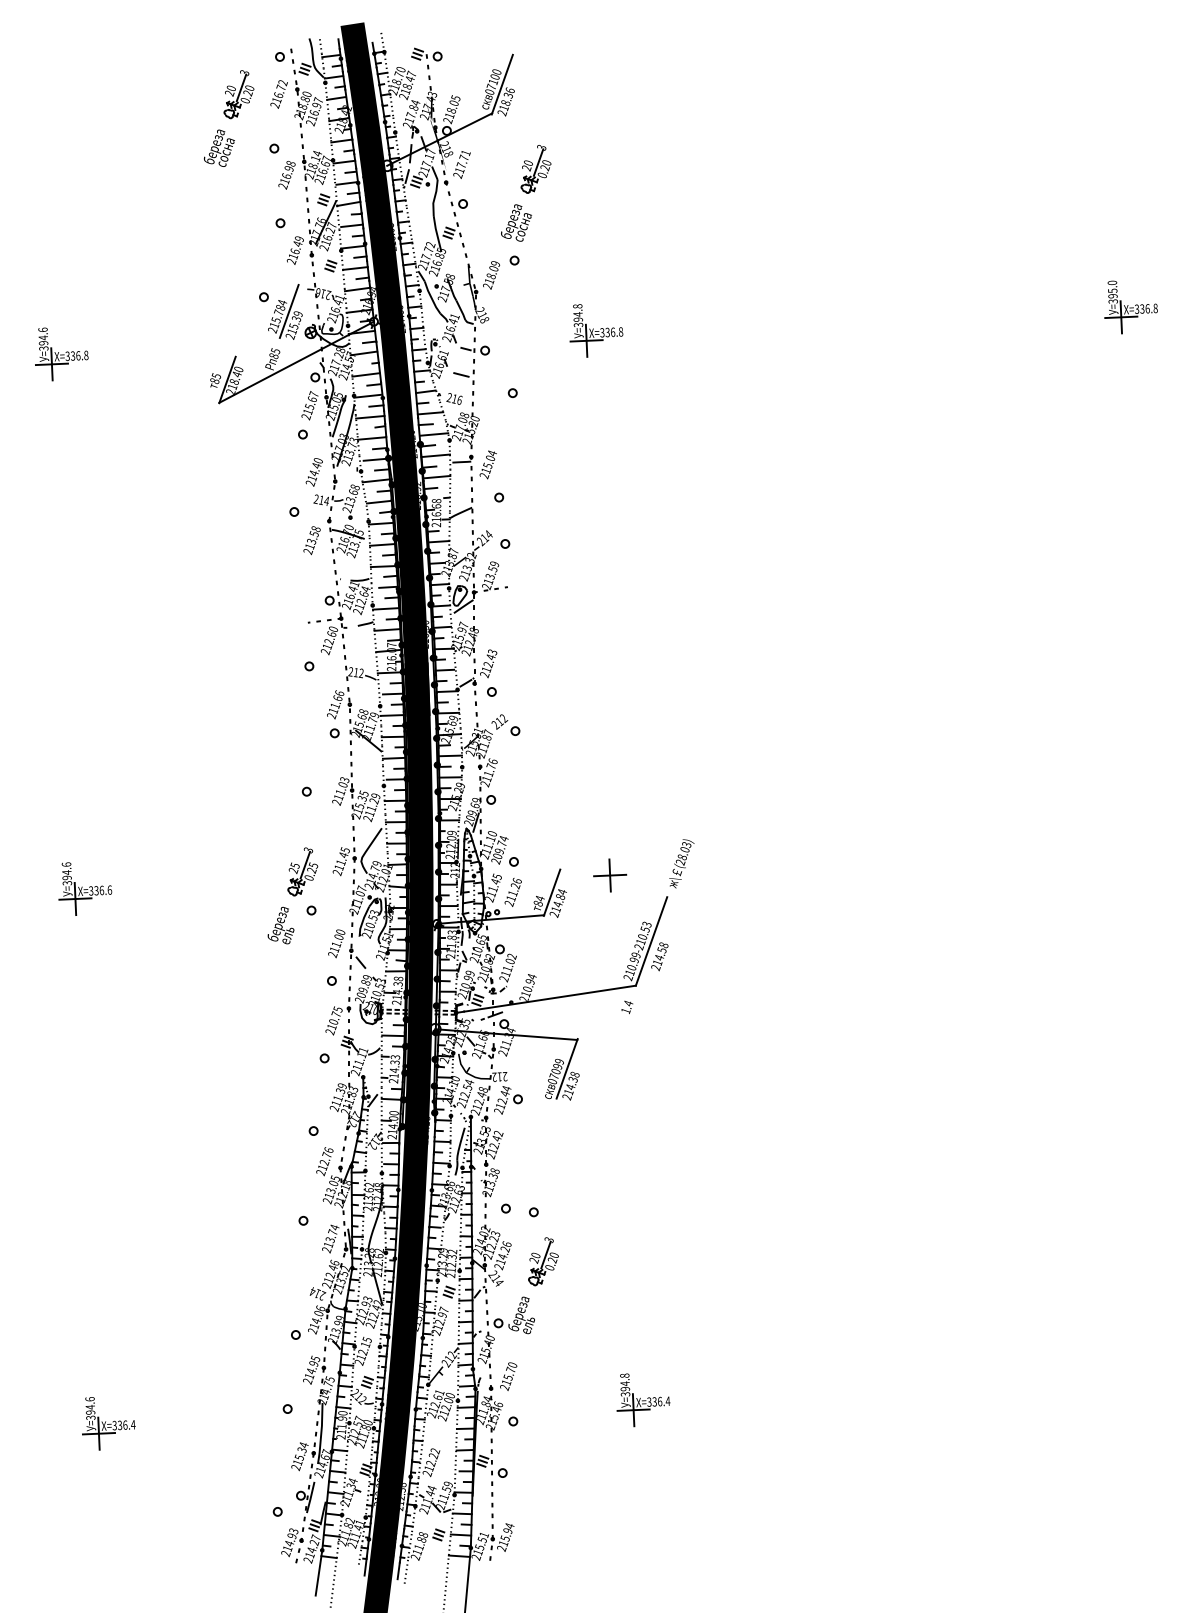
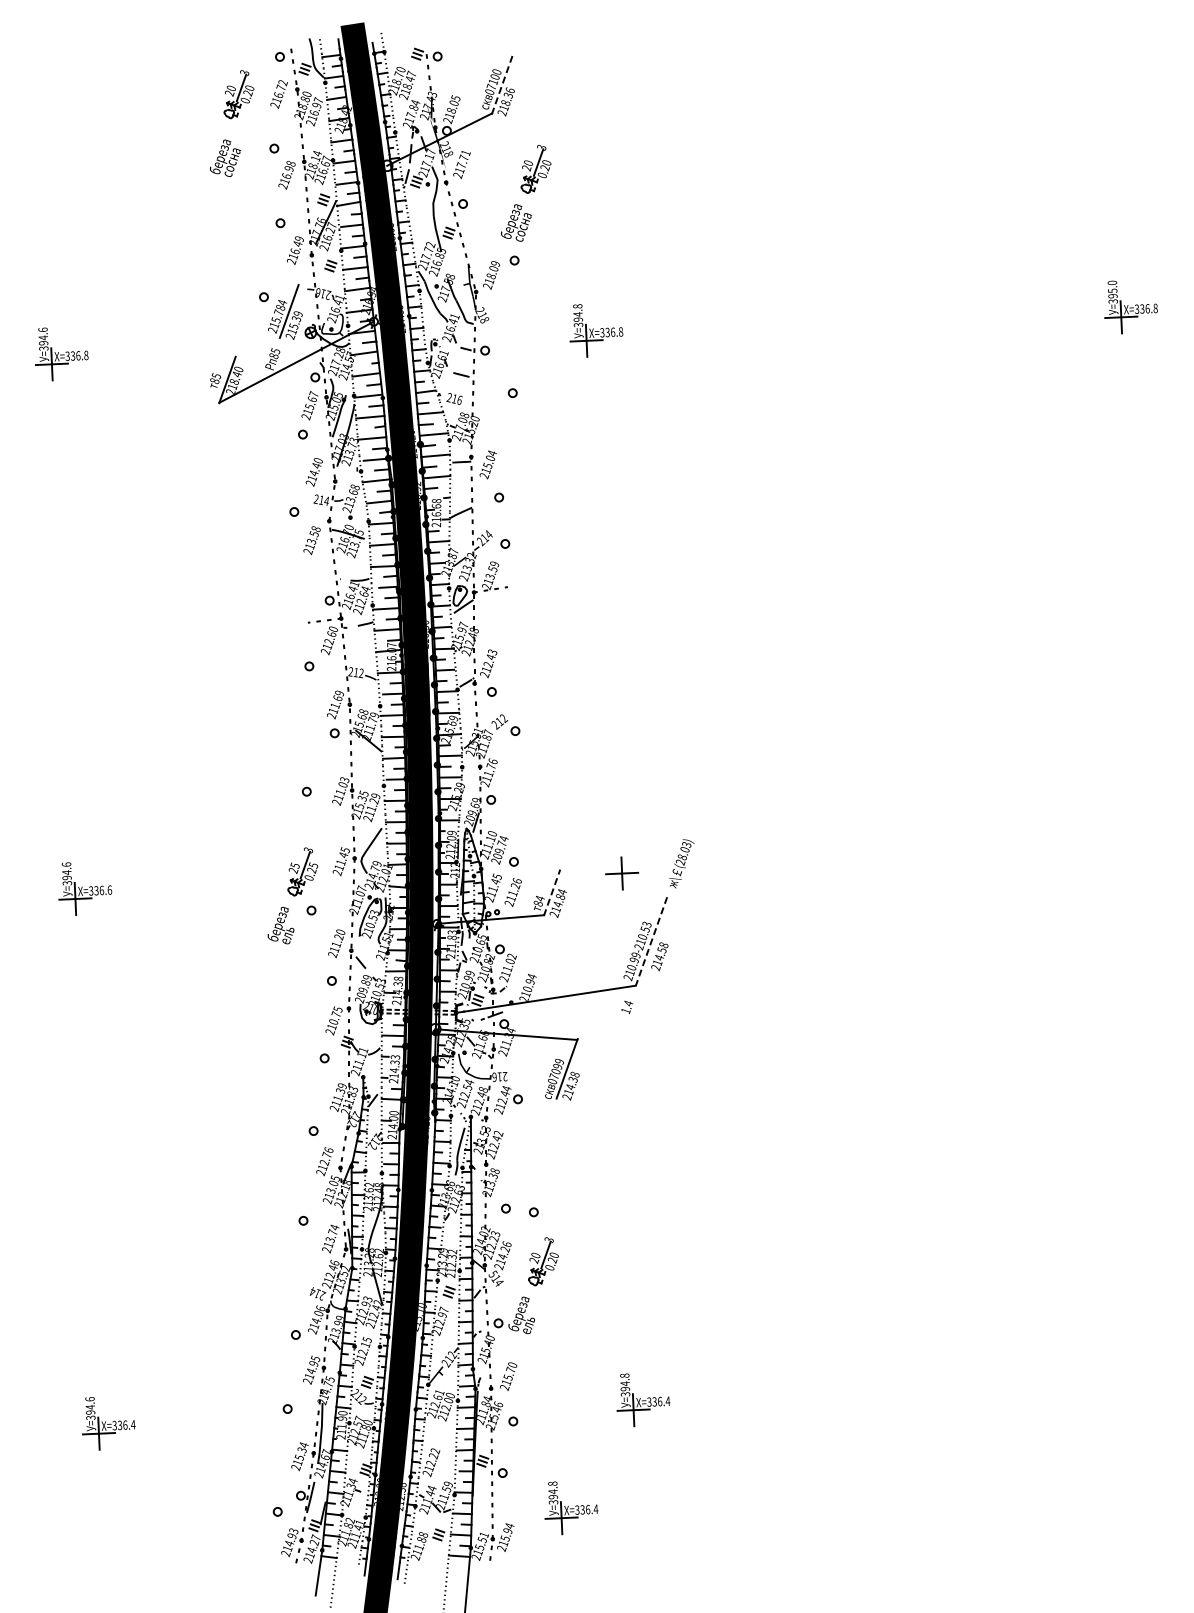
line at (502, 84): solid -> dashed
text at (219, 147) position: (219, 147) -> (225, 157)
text at (339, 693): 211.66 -> 211.69
part at (610, 875) position: (610, 875) -> (622, 873)
line at (552, 892): solid -> dashed
text at (338, 937): 211.00 -> 211.20
line at (651, 941): solid -> dashed
text at (494, 1076): 212 -> 216
text at (492, 1274): 214 -> 514
part at (571, 1508): none -> present
